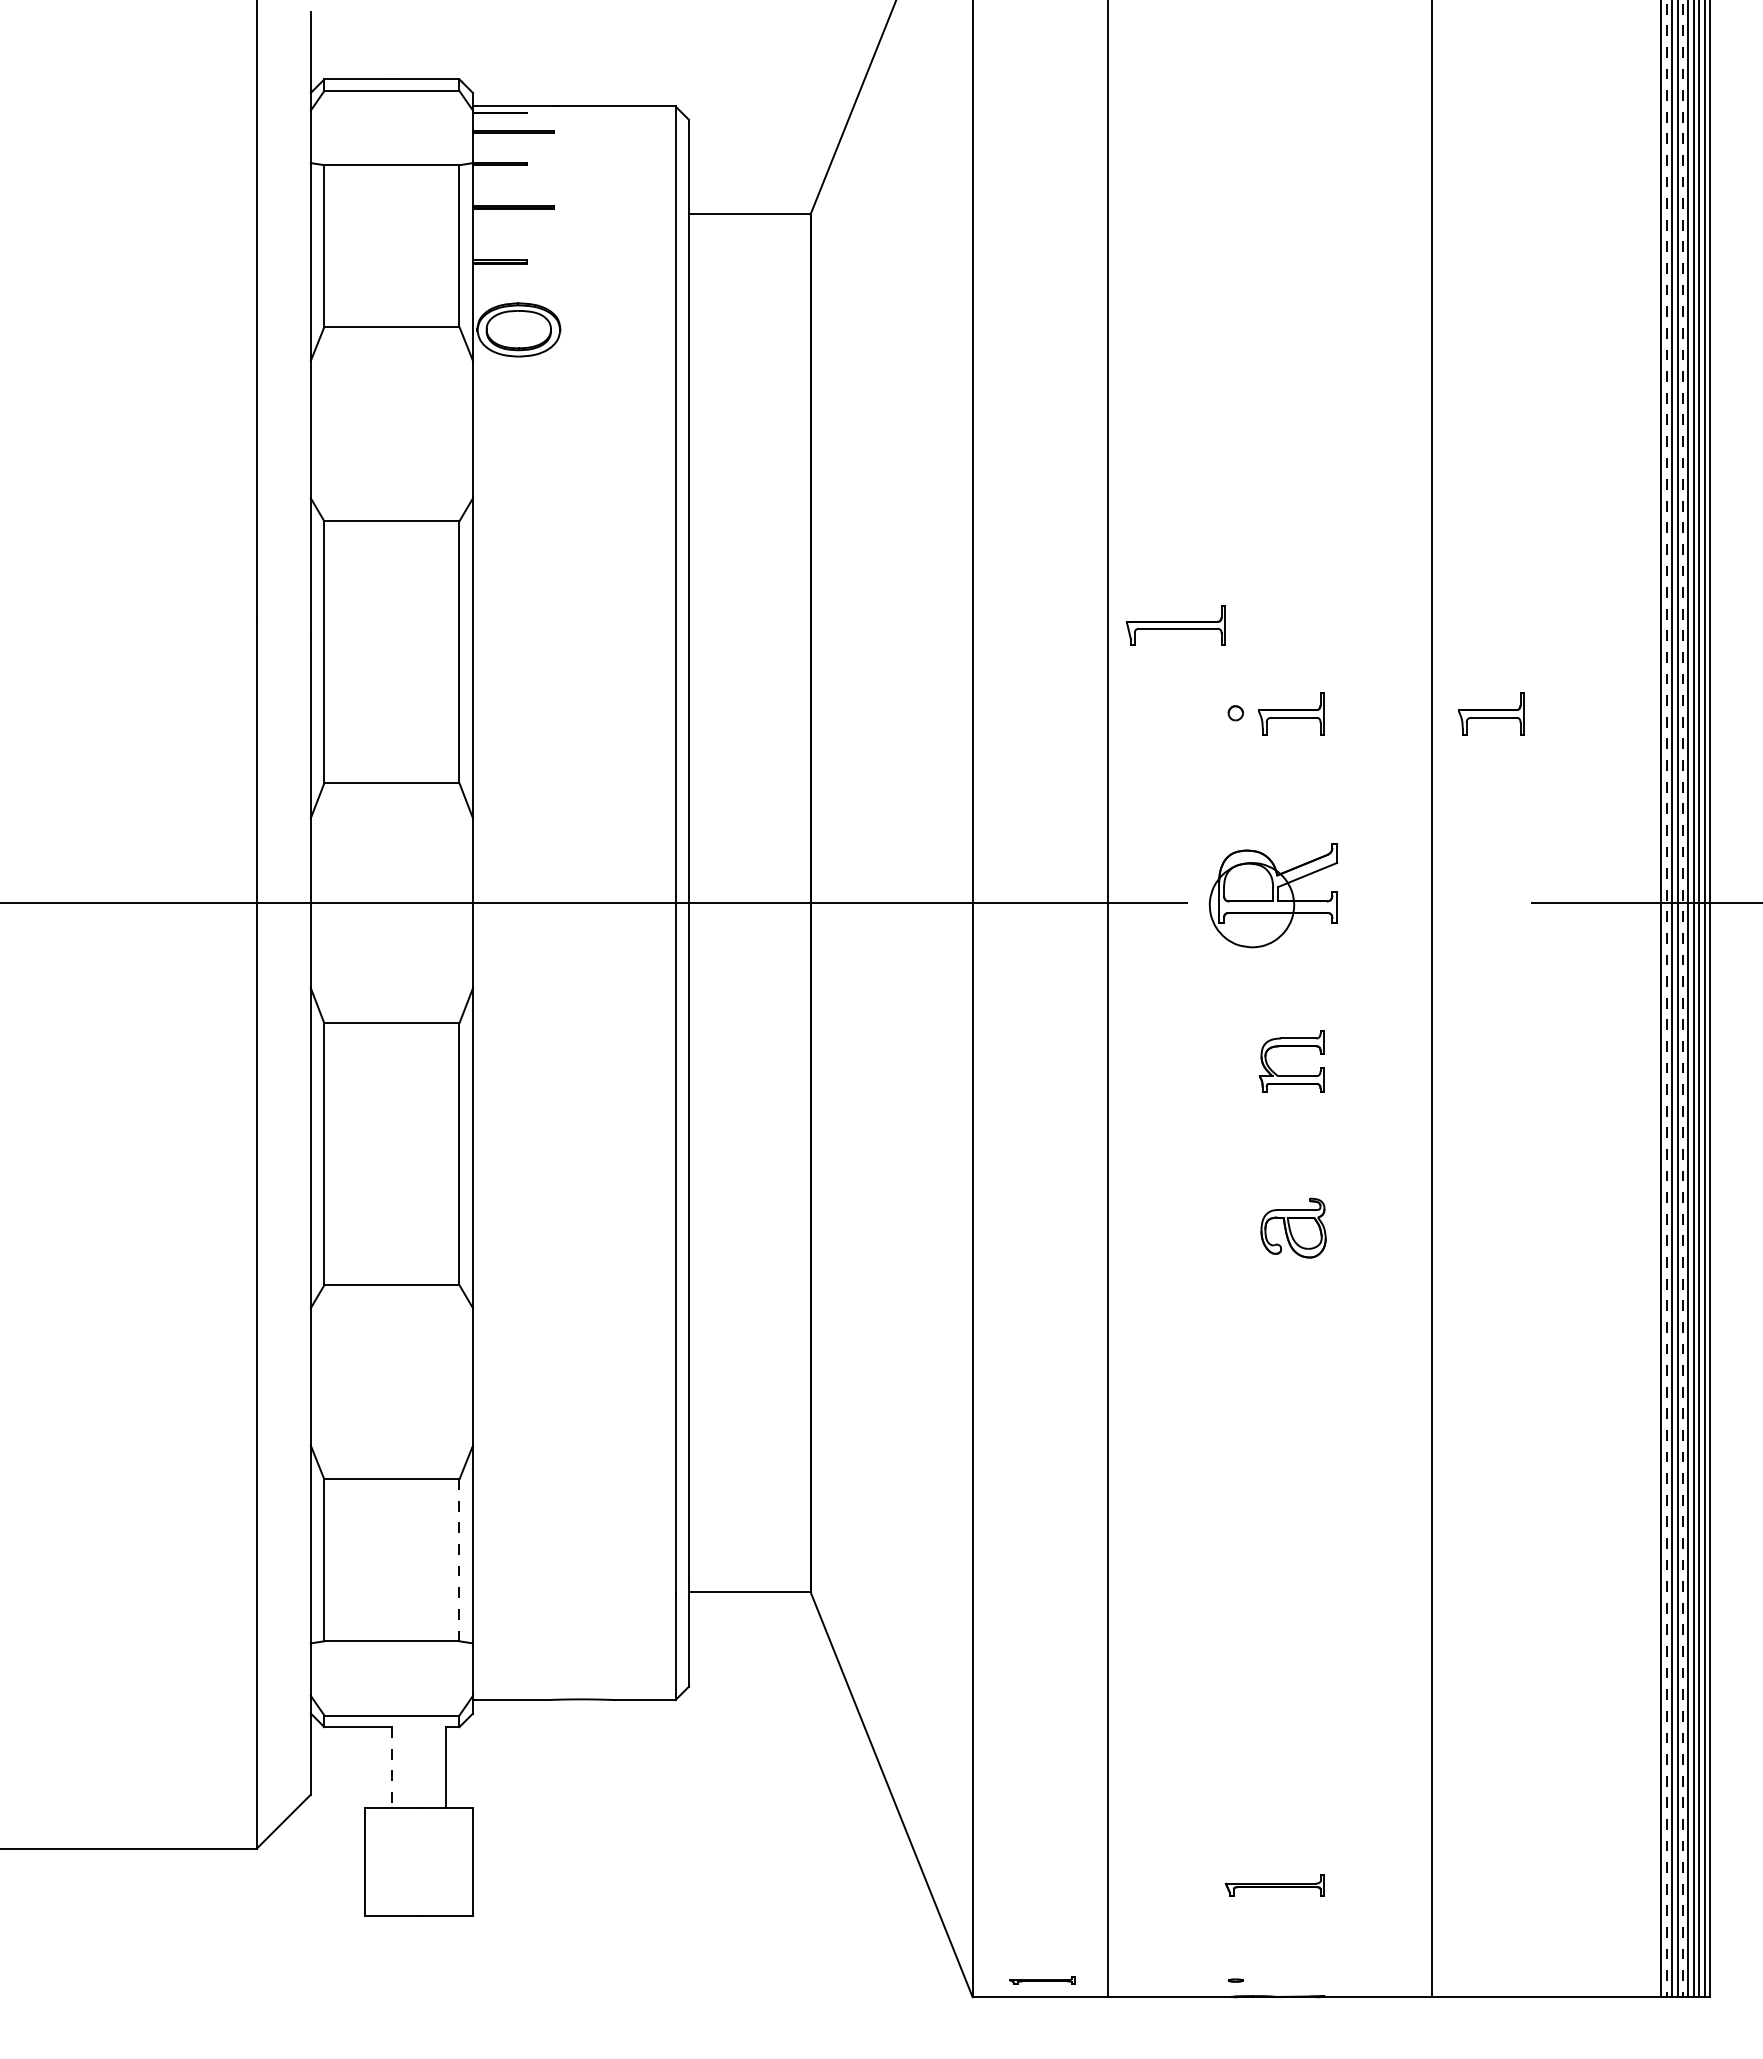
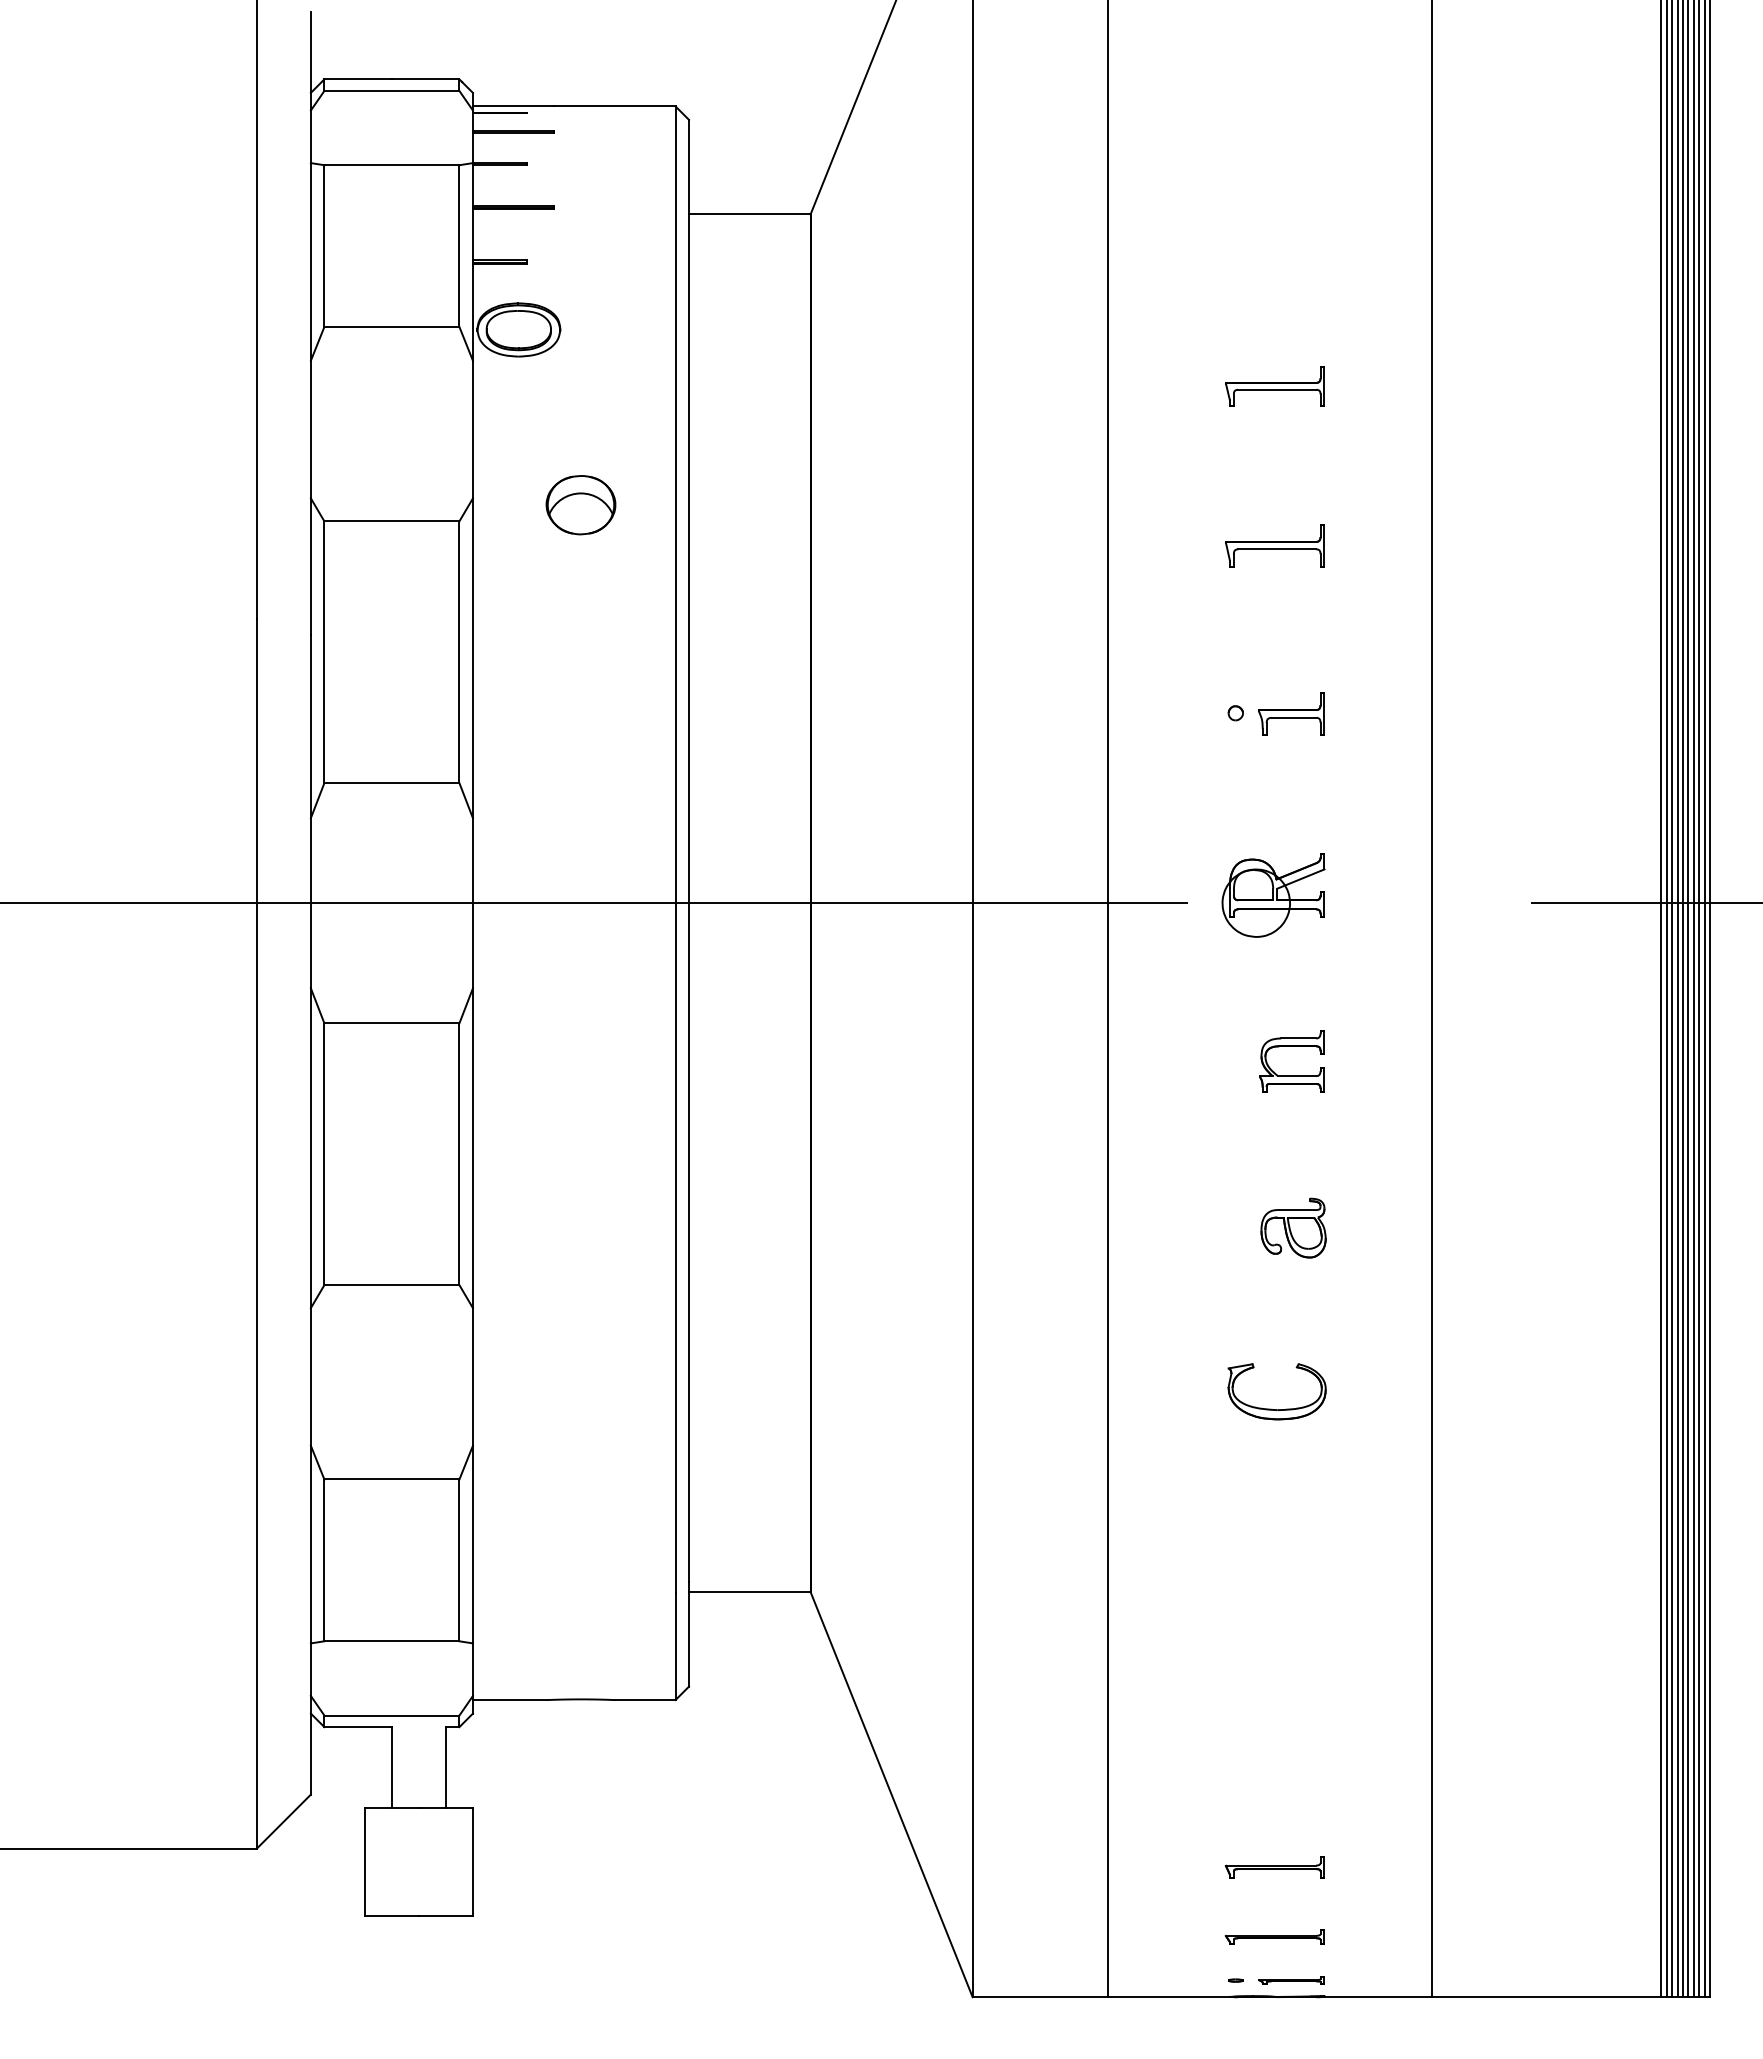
part at (580, 505): none -> present
part at (1274, 545): none -> present
part at (1175, 625) position: (1175, 625) -> (1274, 386)
part at (1491, 713): present -> none
part at (1273, 895) size: 131x106 px -> 105x85 px
line at (1666, 999): dashed -> solid
line at (1683, 999): dashed -> solid
part at (1271, 1408): none -> present
line at (459, 1560): dashed -> solid
line at (391, 1767): dashed -> solid
part at (1274, 1885) position: (1274, 1885) -> (1274, 1867)
part at (1274, 1936): none -> present
part at (1042, 1980) position: (1042, 1980) -> (1291, 1980)
